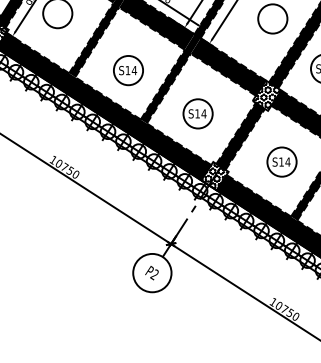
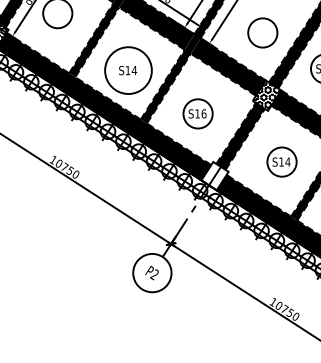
circle at (272, 18) position: (272, 18) -> (262, 32)
circle at (128, 70) diameter: 29 px -> 47 px
text at (203, 113): S14 -> S16
hatch at (214, 176): present -> none
